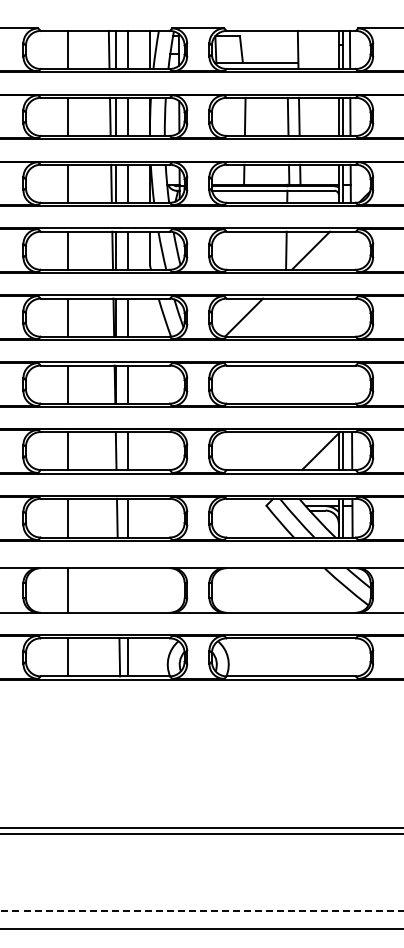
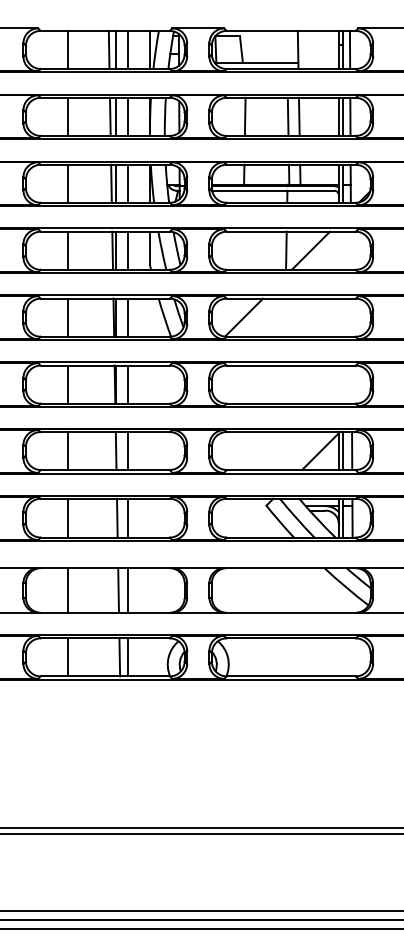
line at (118, 590): none -> present
line at (127, 590): none -> present
line at (201, 911): dashed -> solid
line at (201, 919): none -> present
